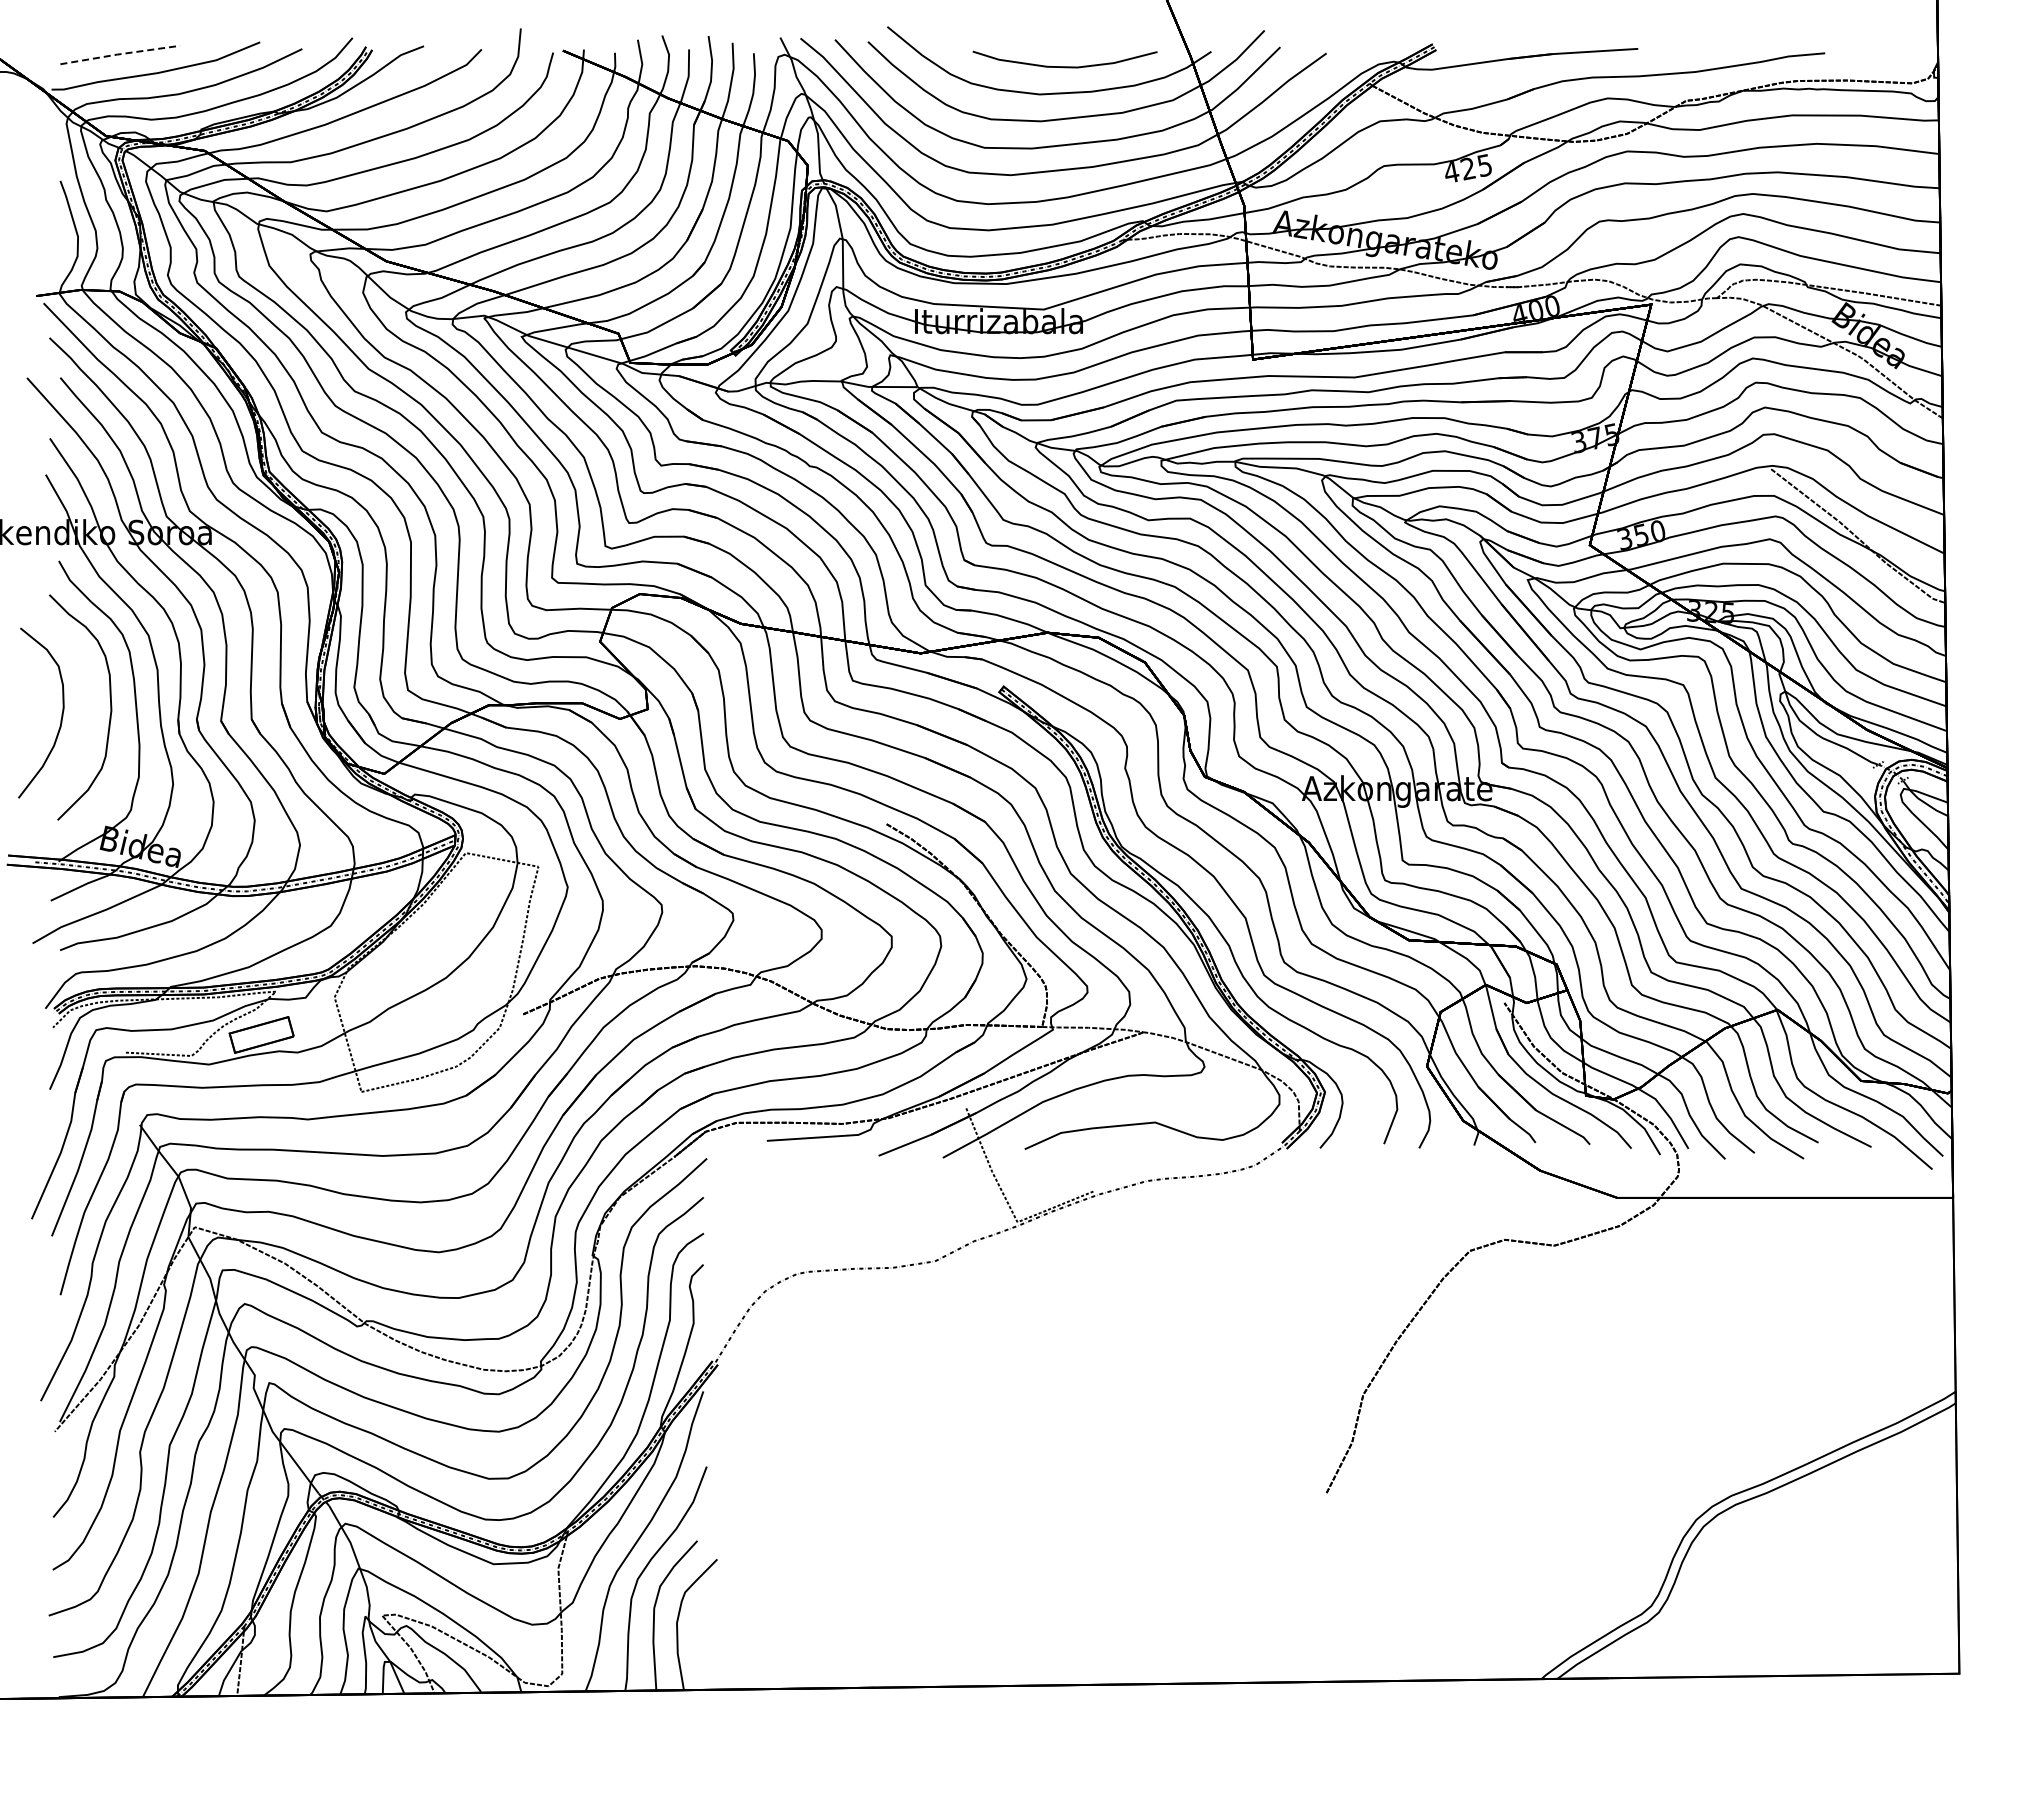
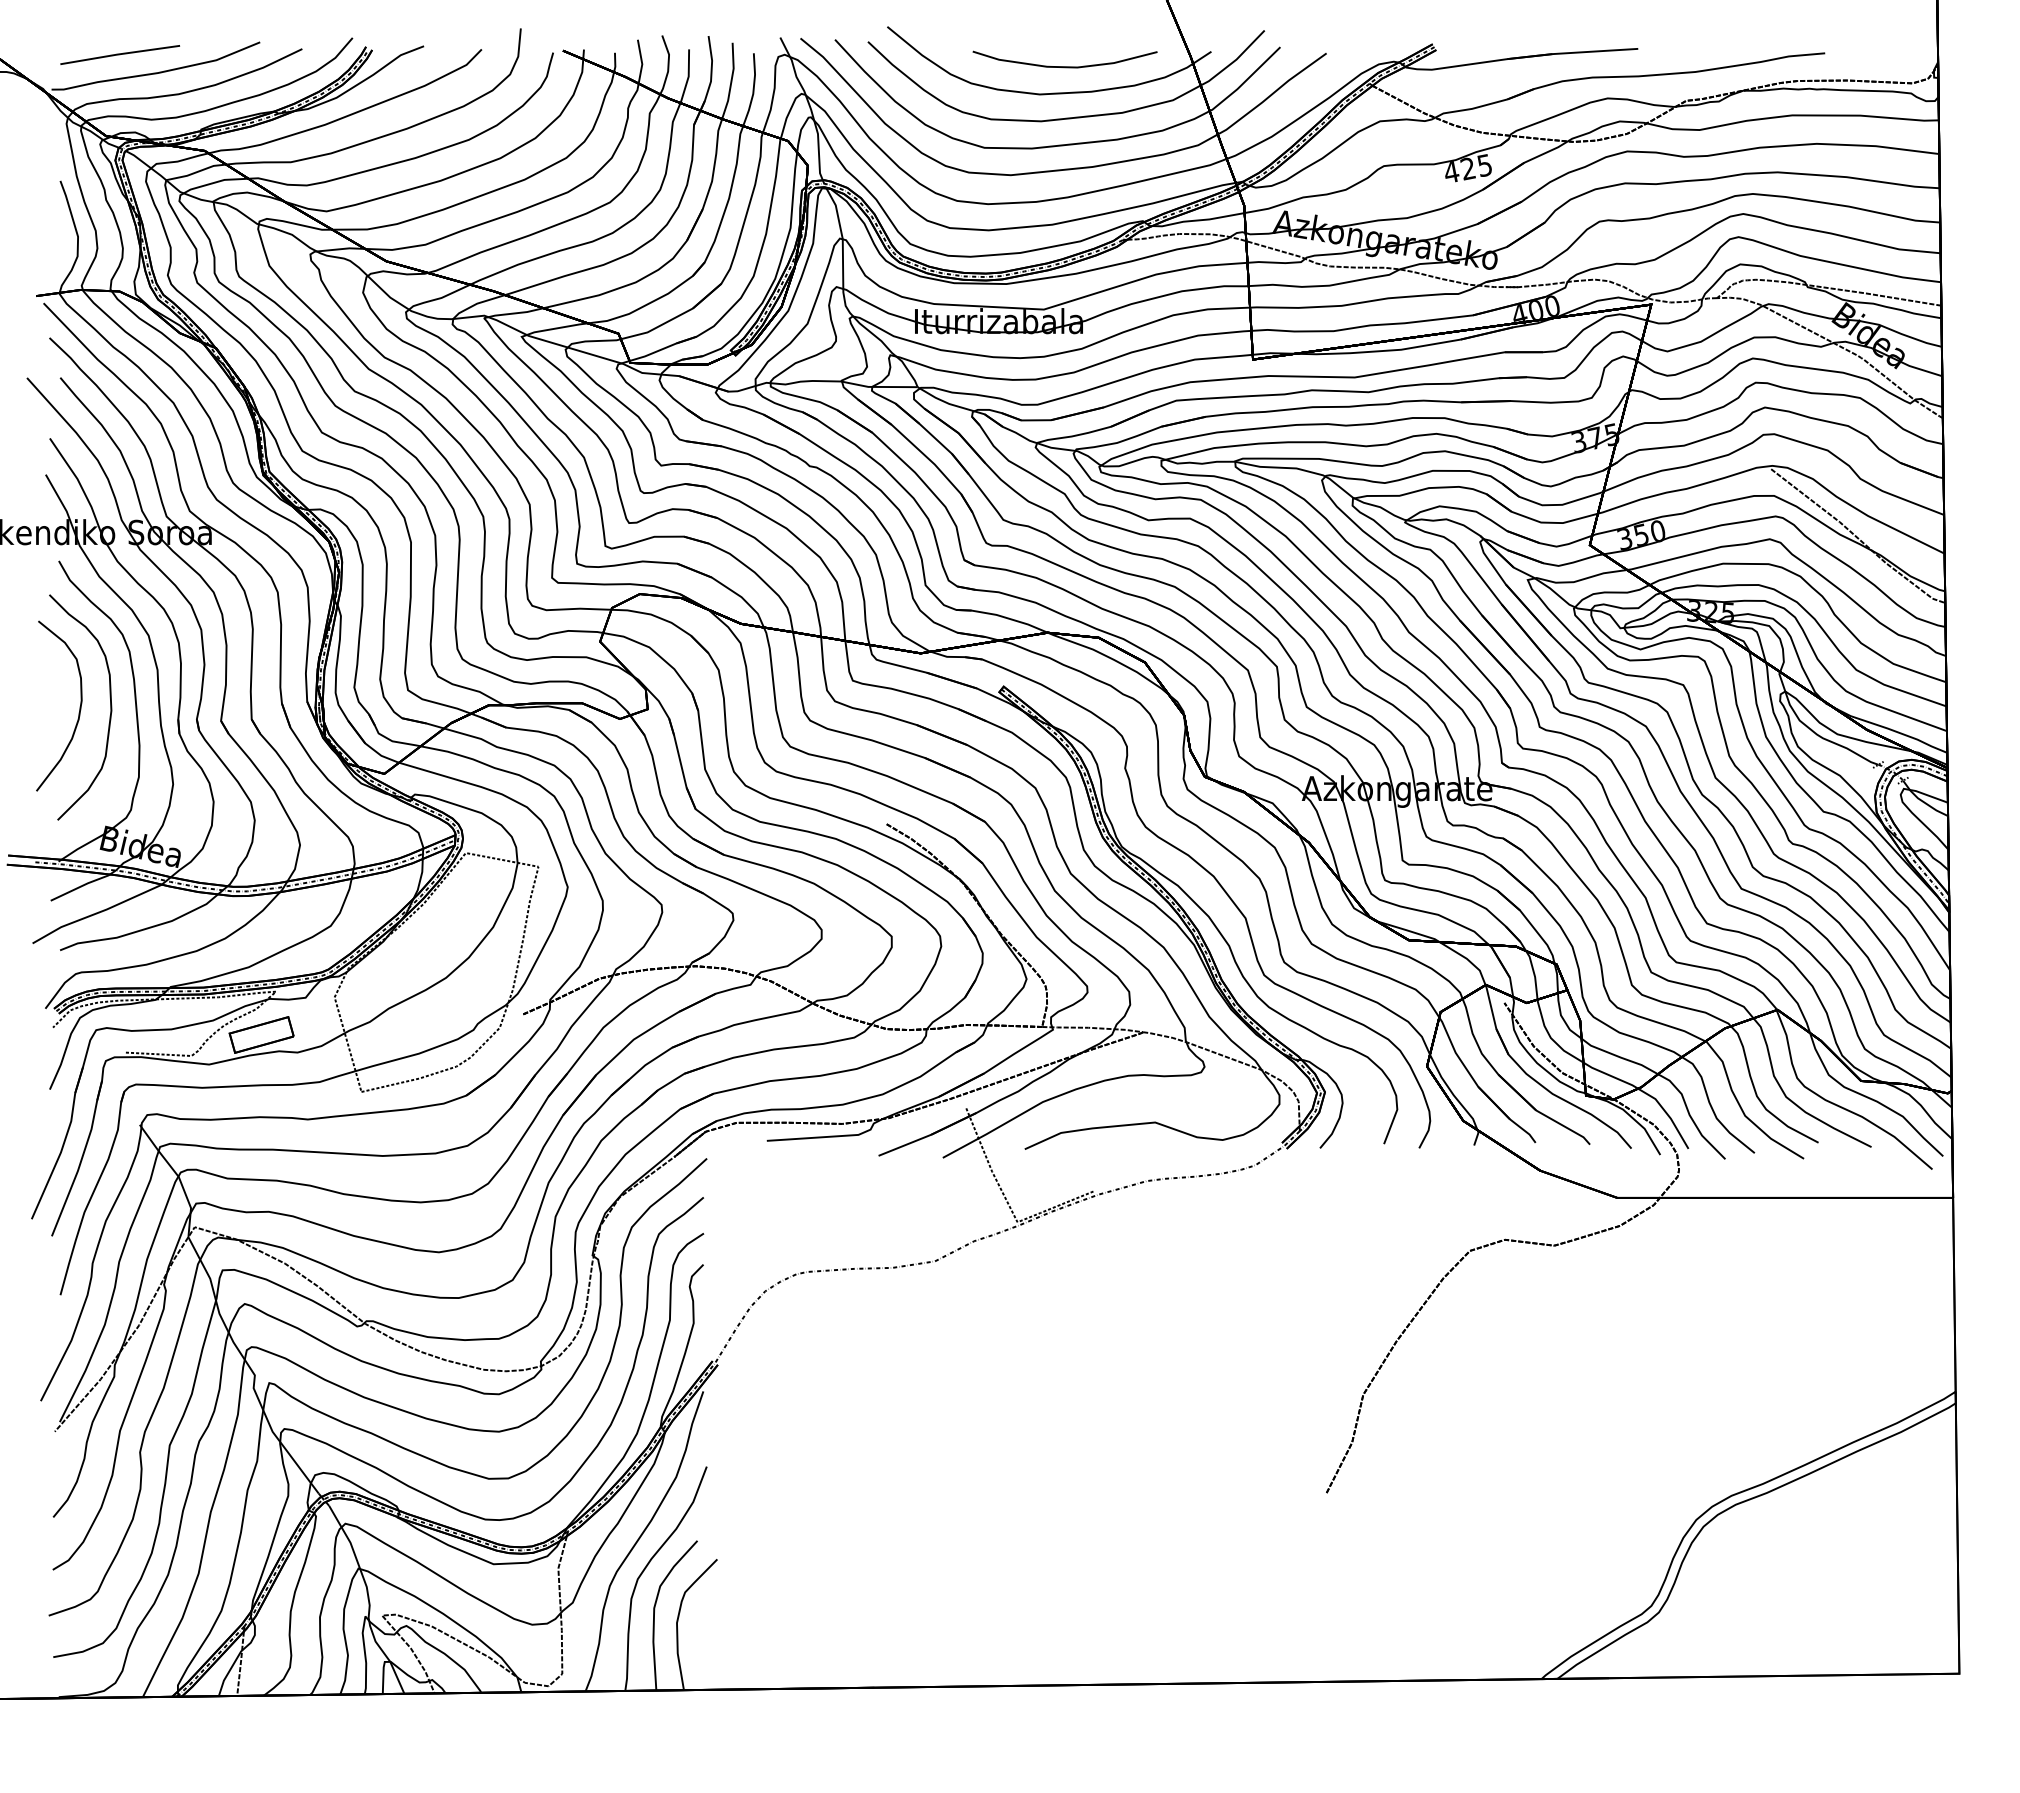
line at (120, 54): dashed -> solid
curve at (61, 713) position: (61, 713) -> (79, 706)
